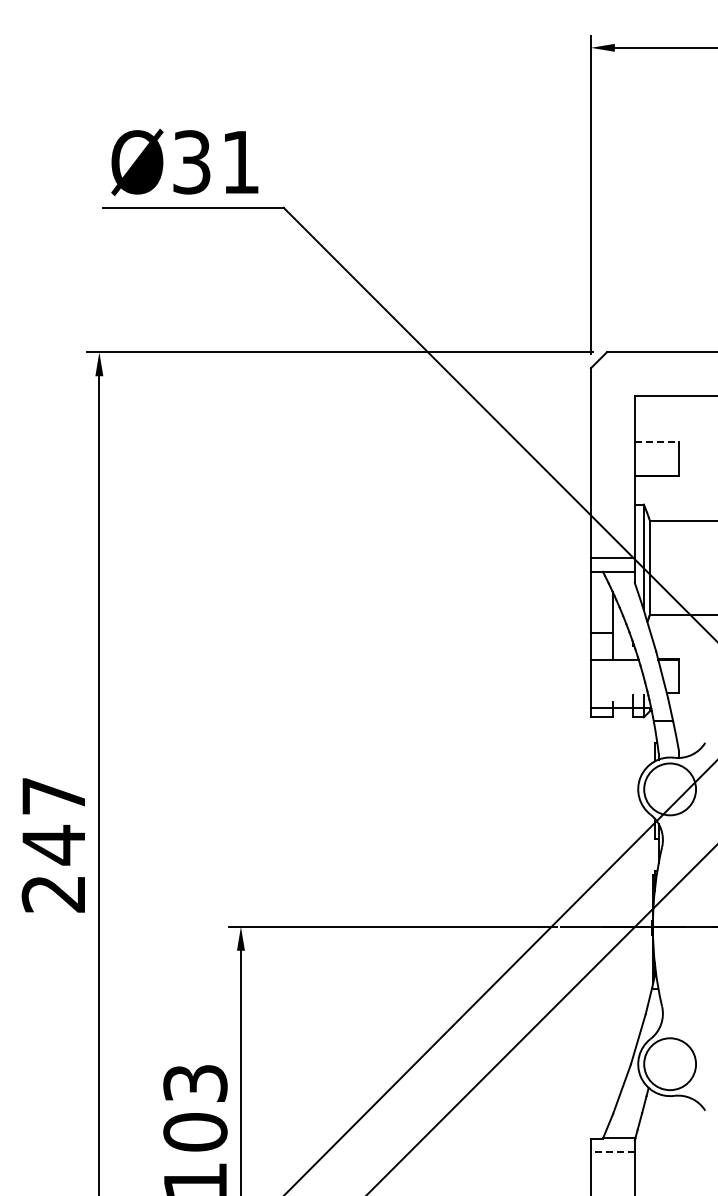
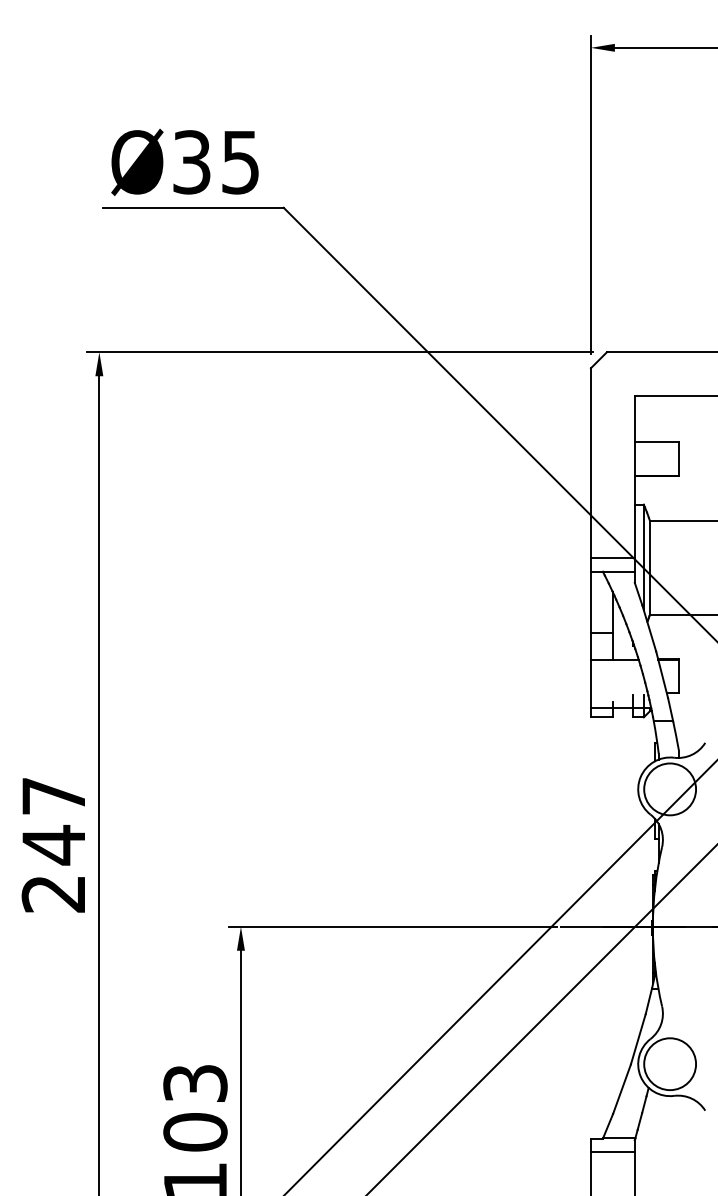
text at (240, 162): Ø31 -> Ø35
line at (656, 442): dashed -> solid
line at (612, 1152): dashed -> solid
